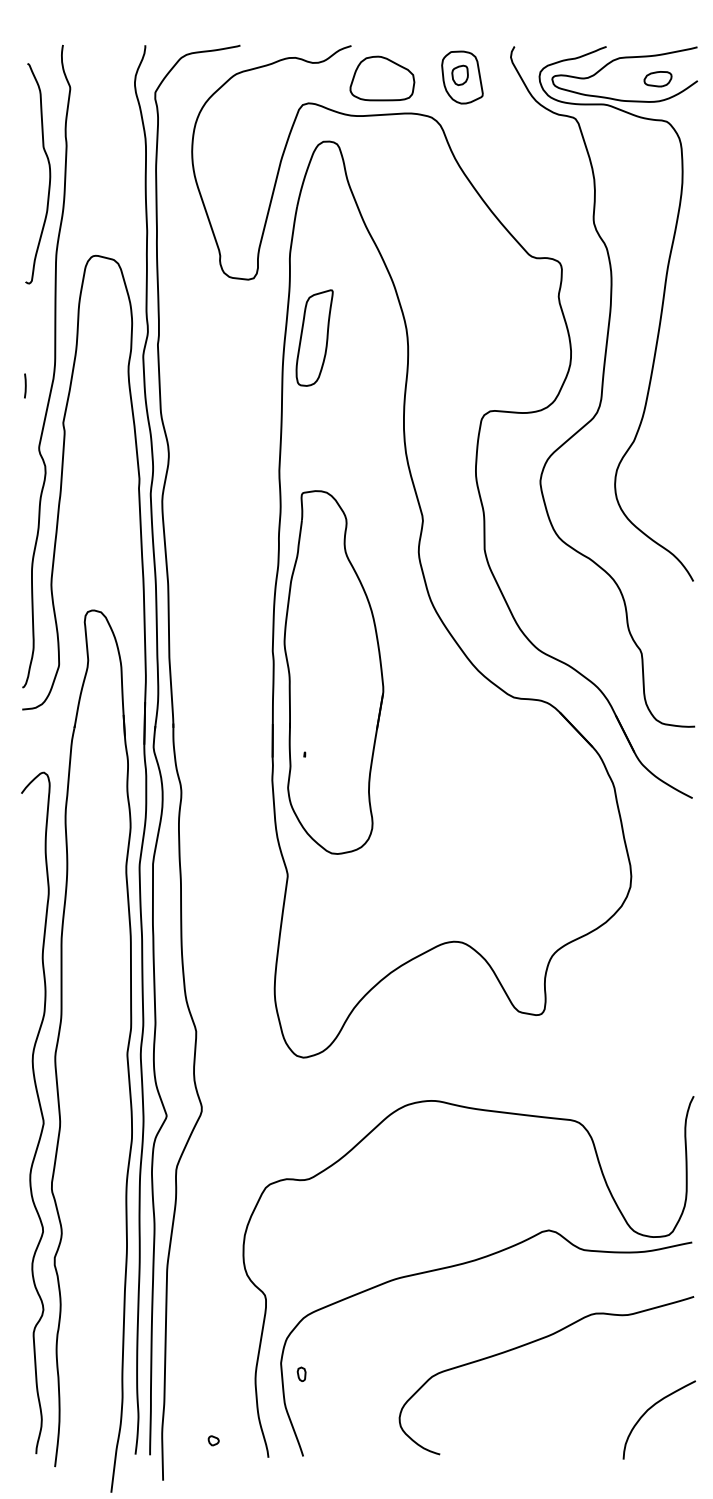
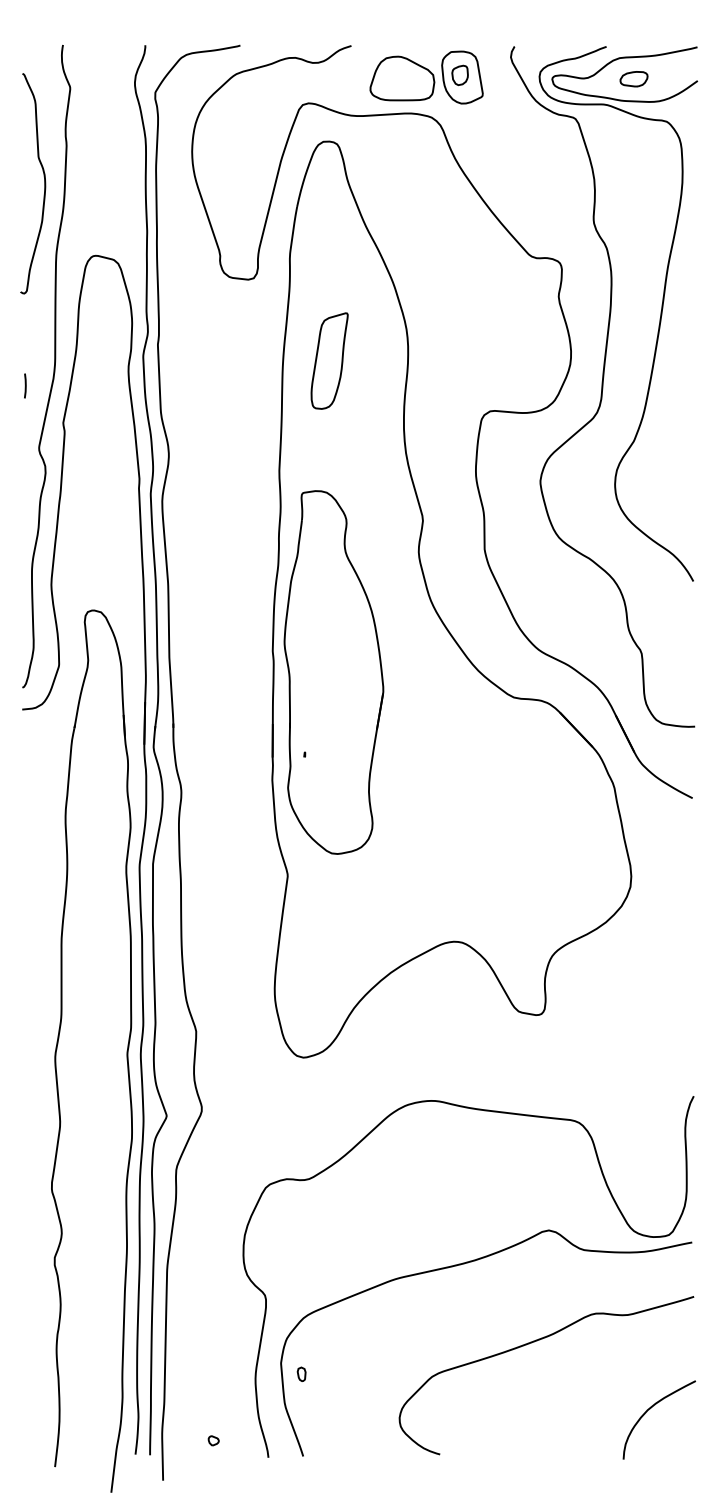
part at (382, 78) position: (382, 78) -> (402, 78)
part at (657, 79) position: (657, 79) -> (633, 79)
curve at (49, 173) position: (49, 173) -> (44, 183)
part at (314, 337) position: (314, 337) -> (329, 360)
curve at (40, 1112): present -> none
